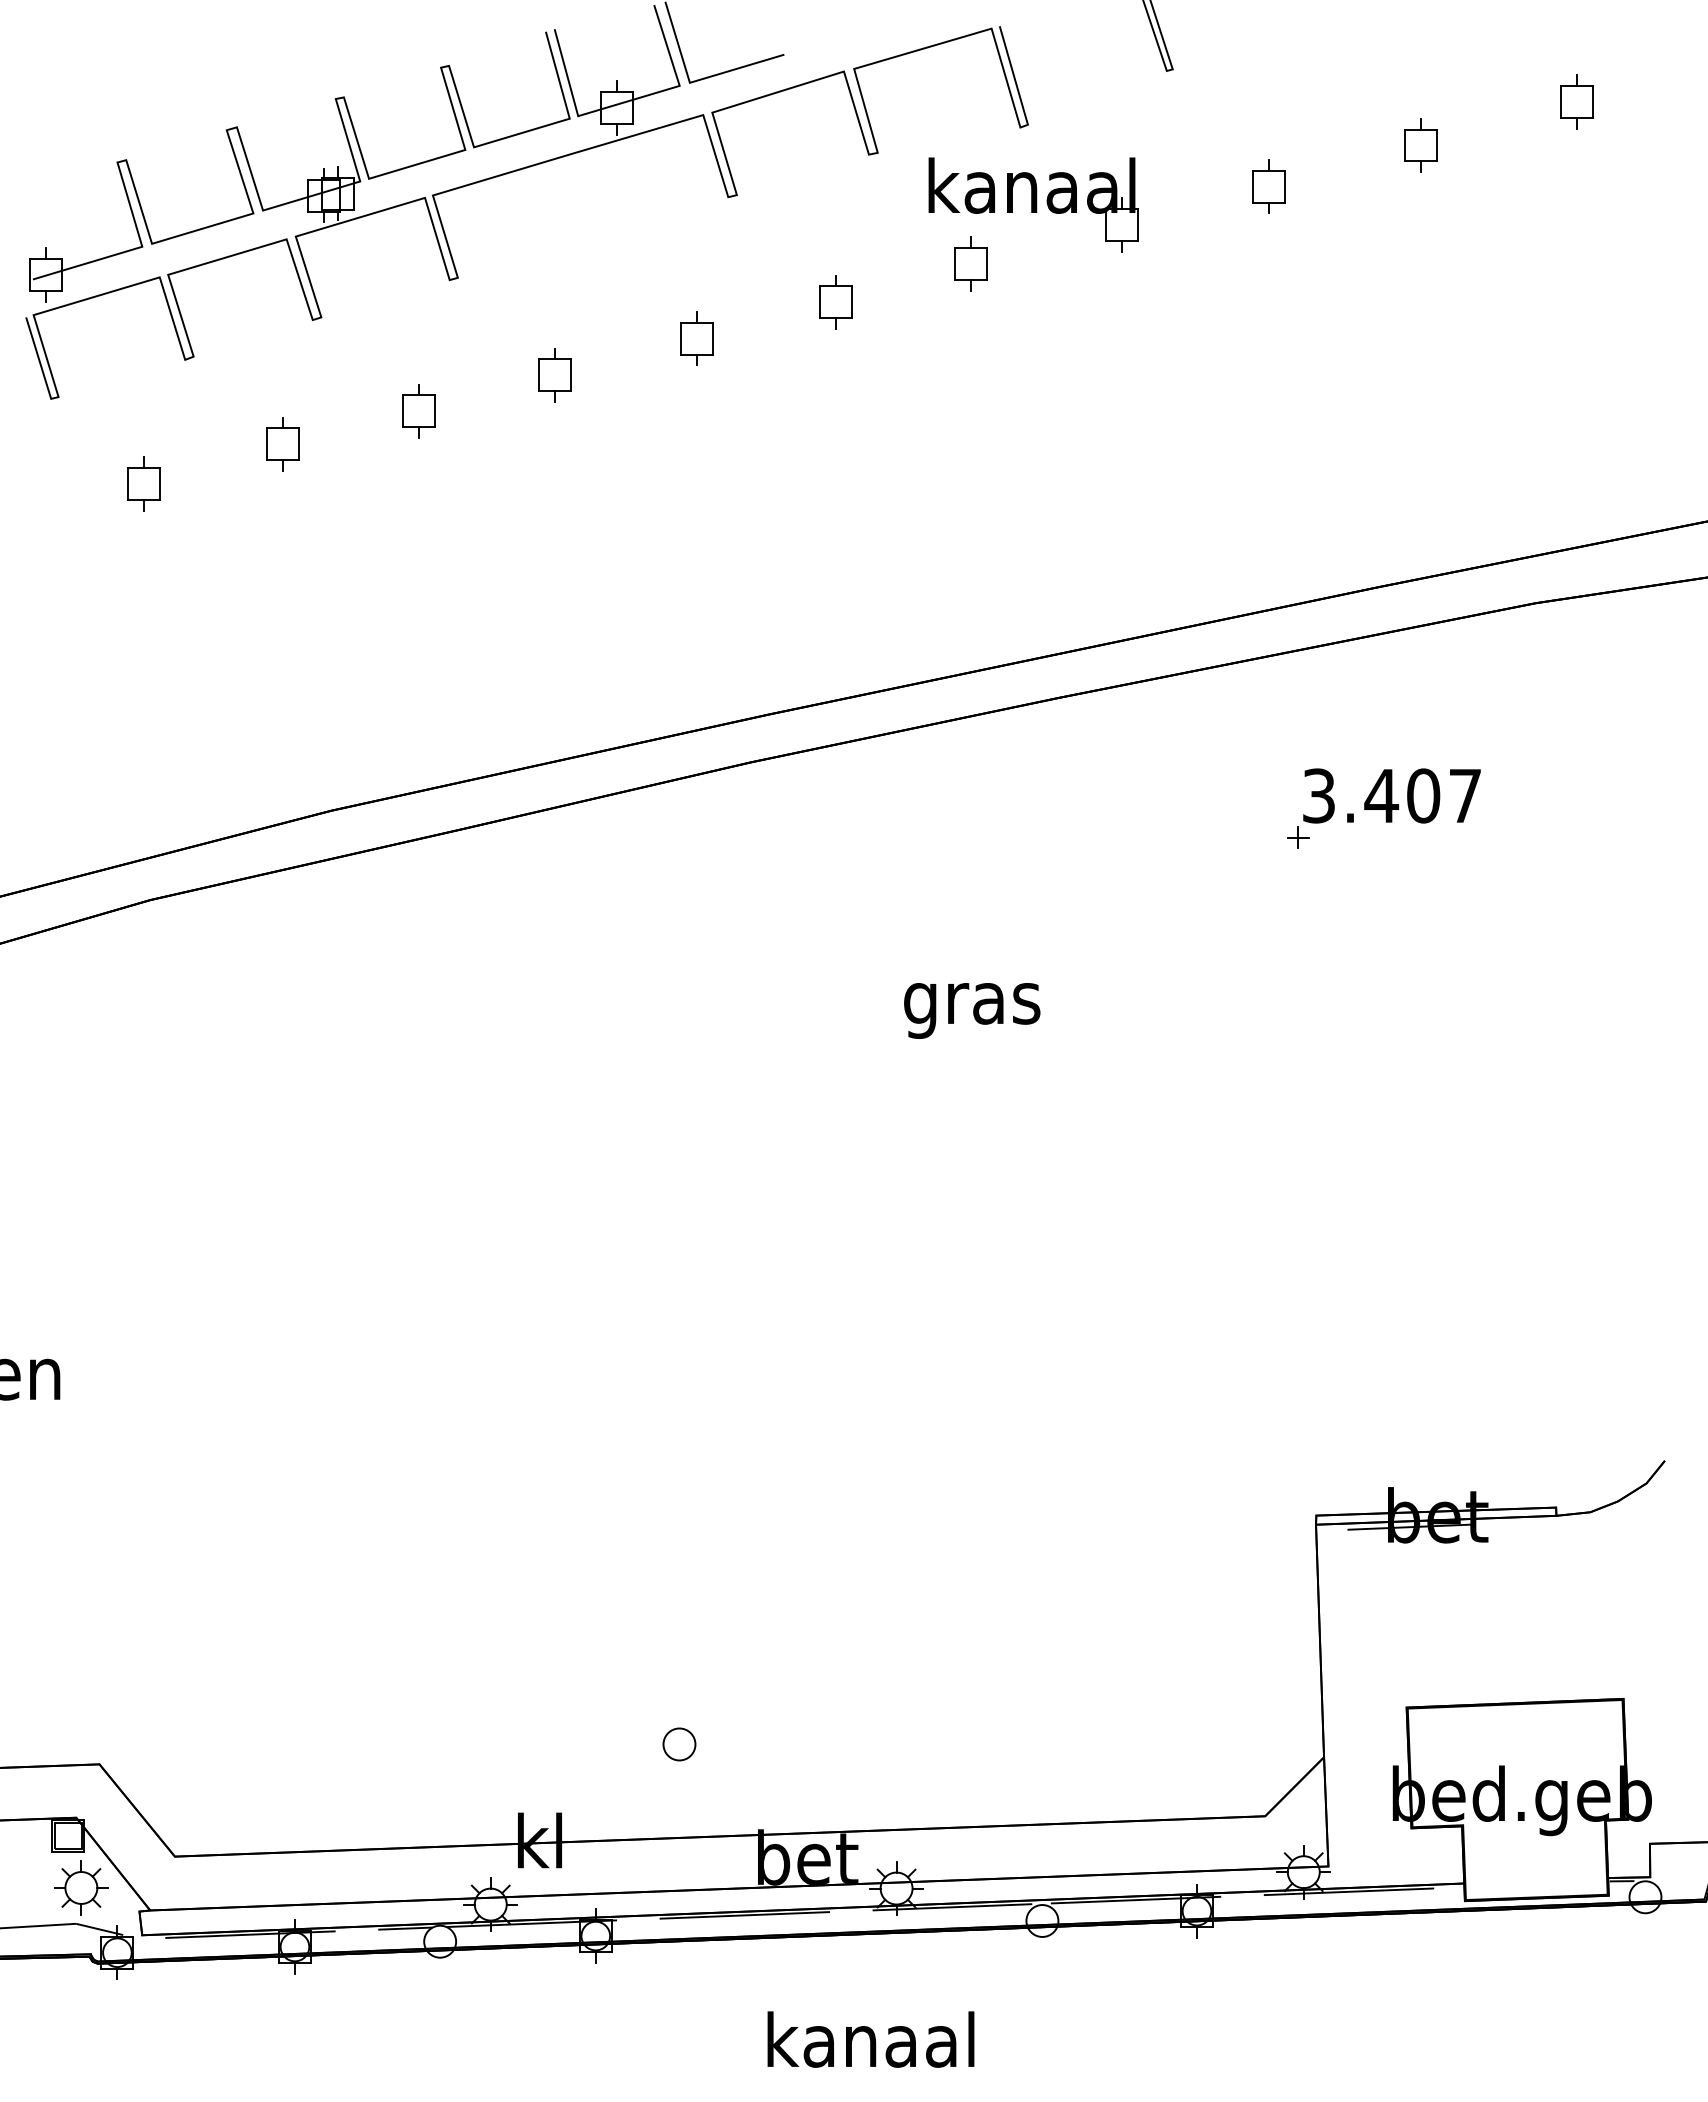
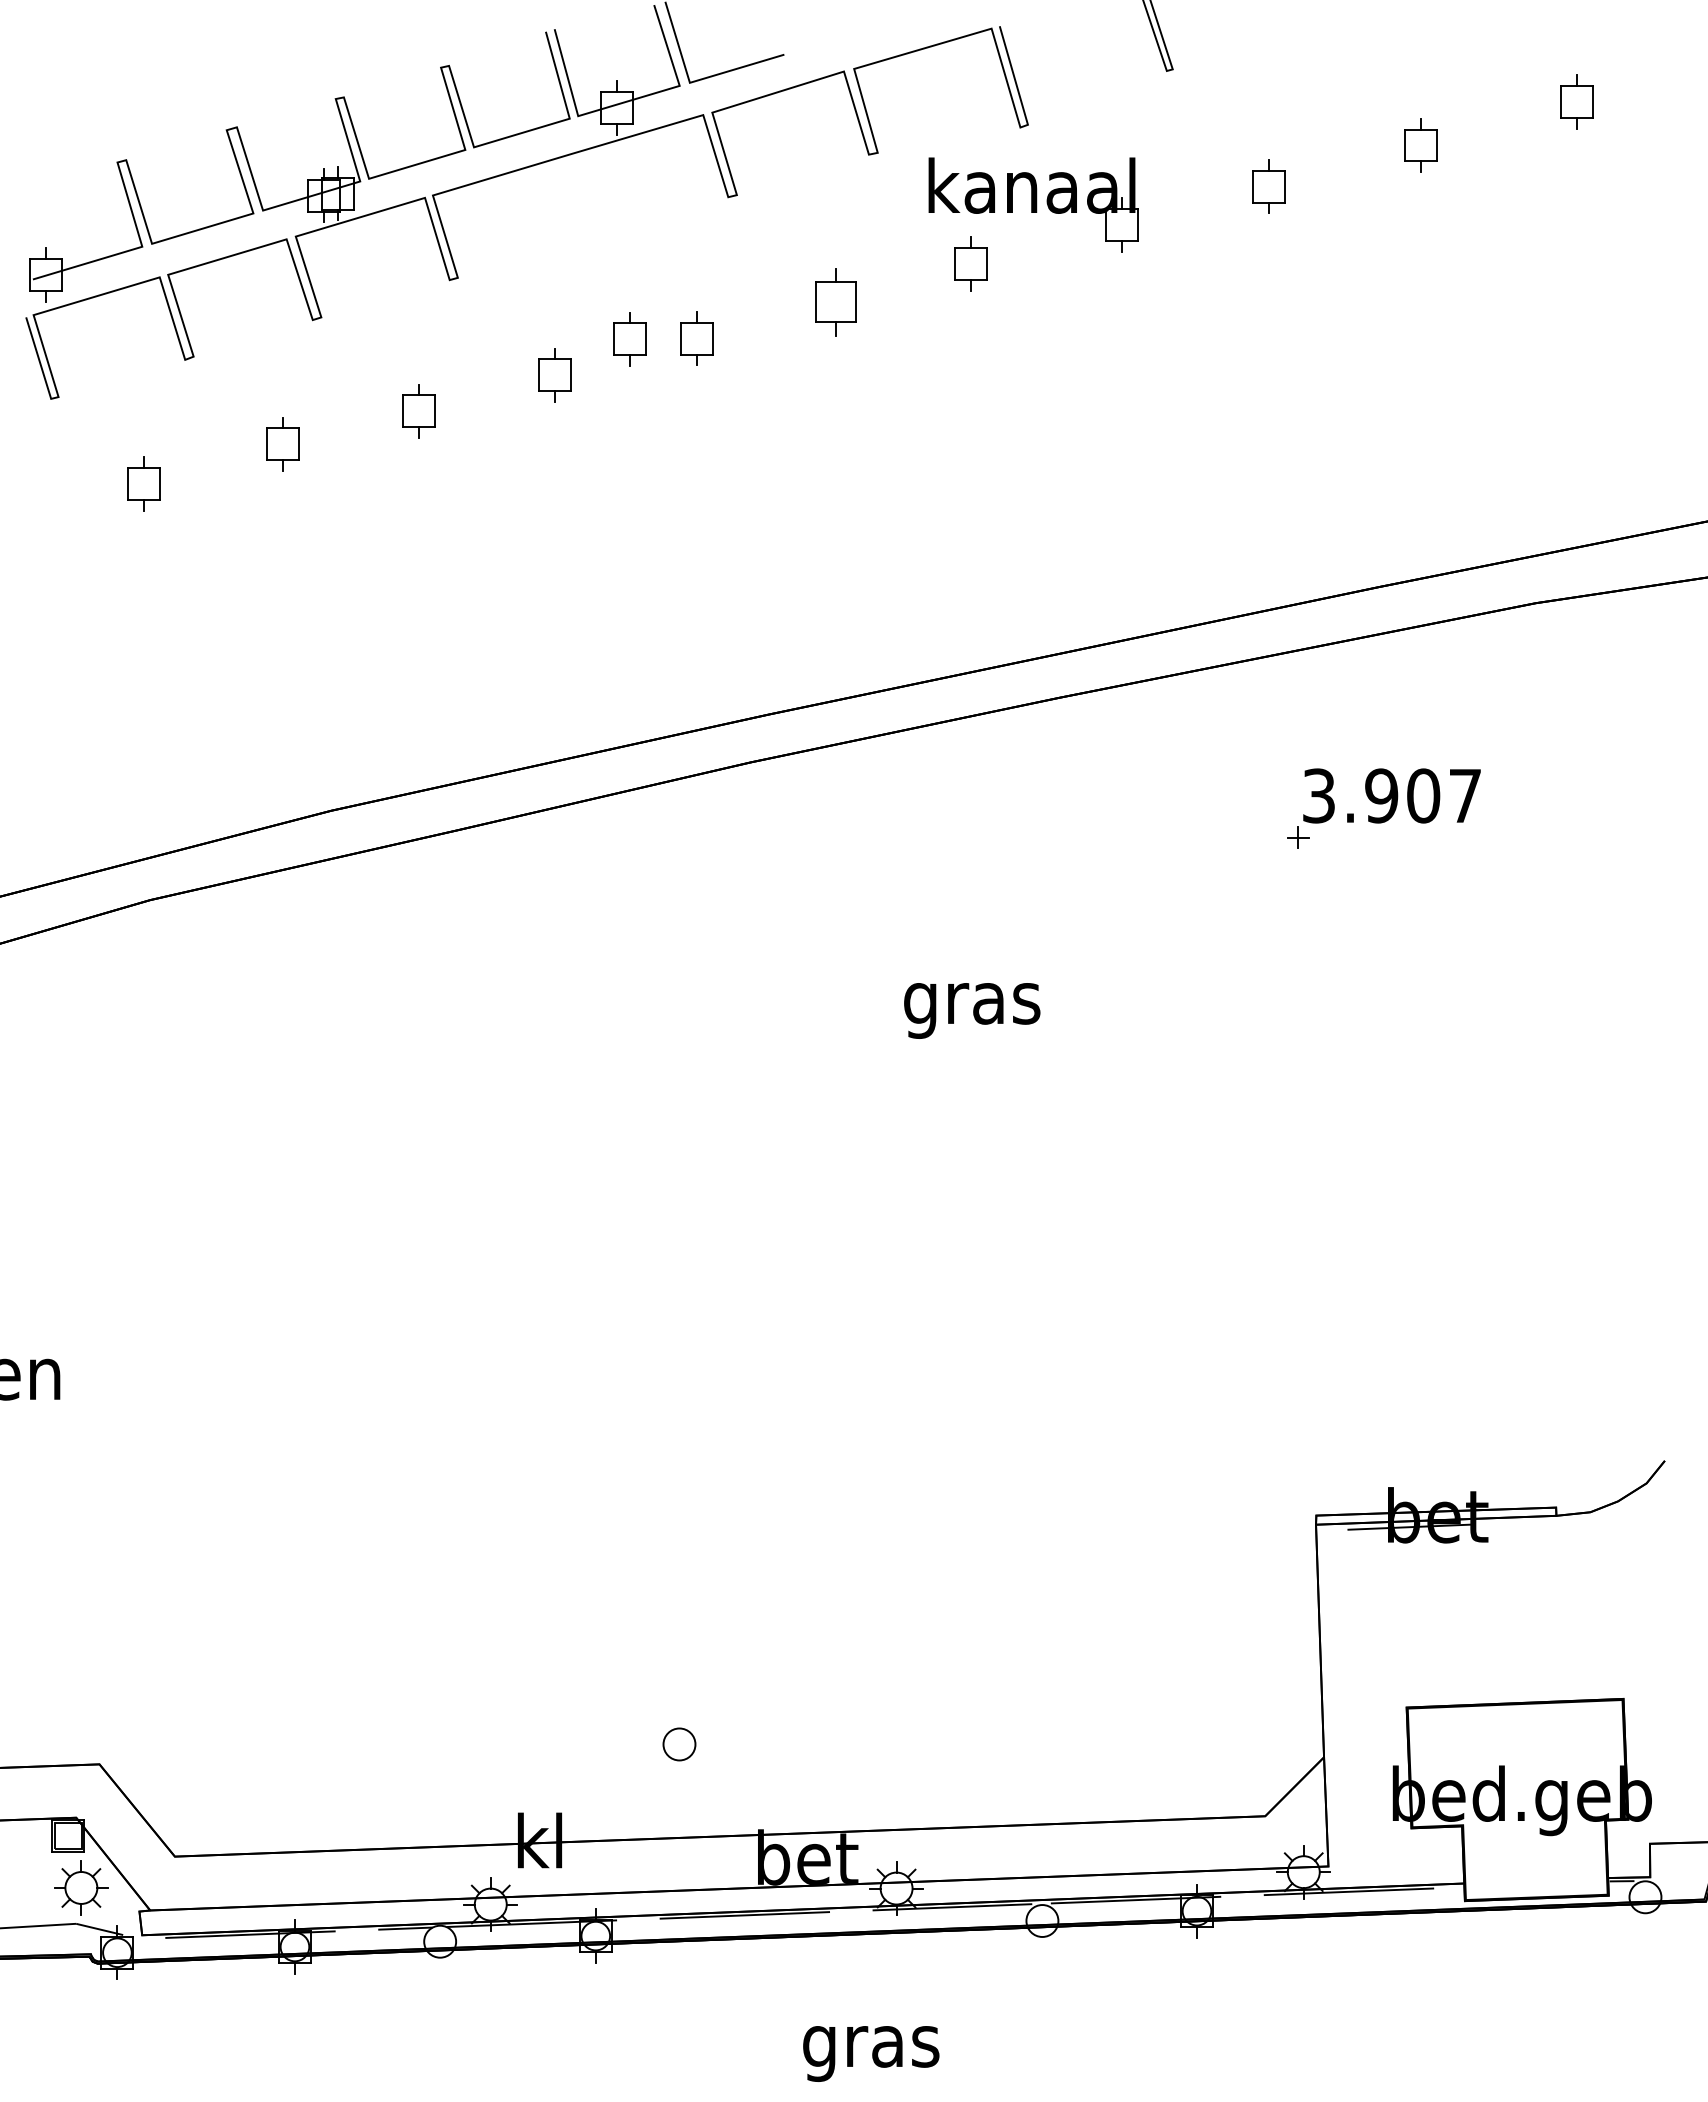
part at (835, 302) size: 34x55 px -> 42x69 px
part at (629, 339): none -> present
text at (1381, 795): 3.407 -> 3.907
text at (870, 2046): kanaal -> gras
